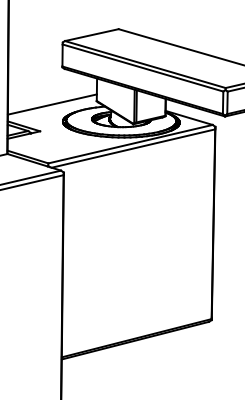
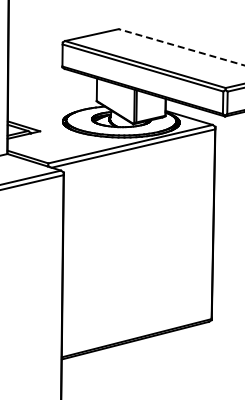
line at (180, 47): solid -> dashed
line at (51, 104): present -> none
